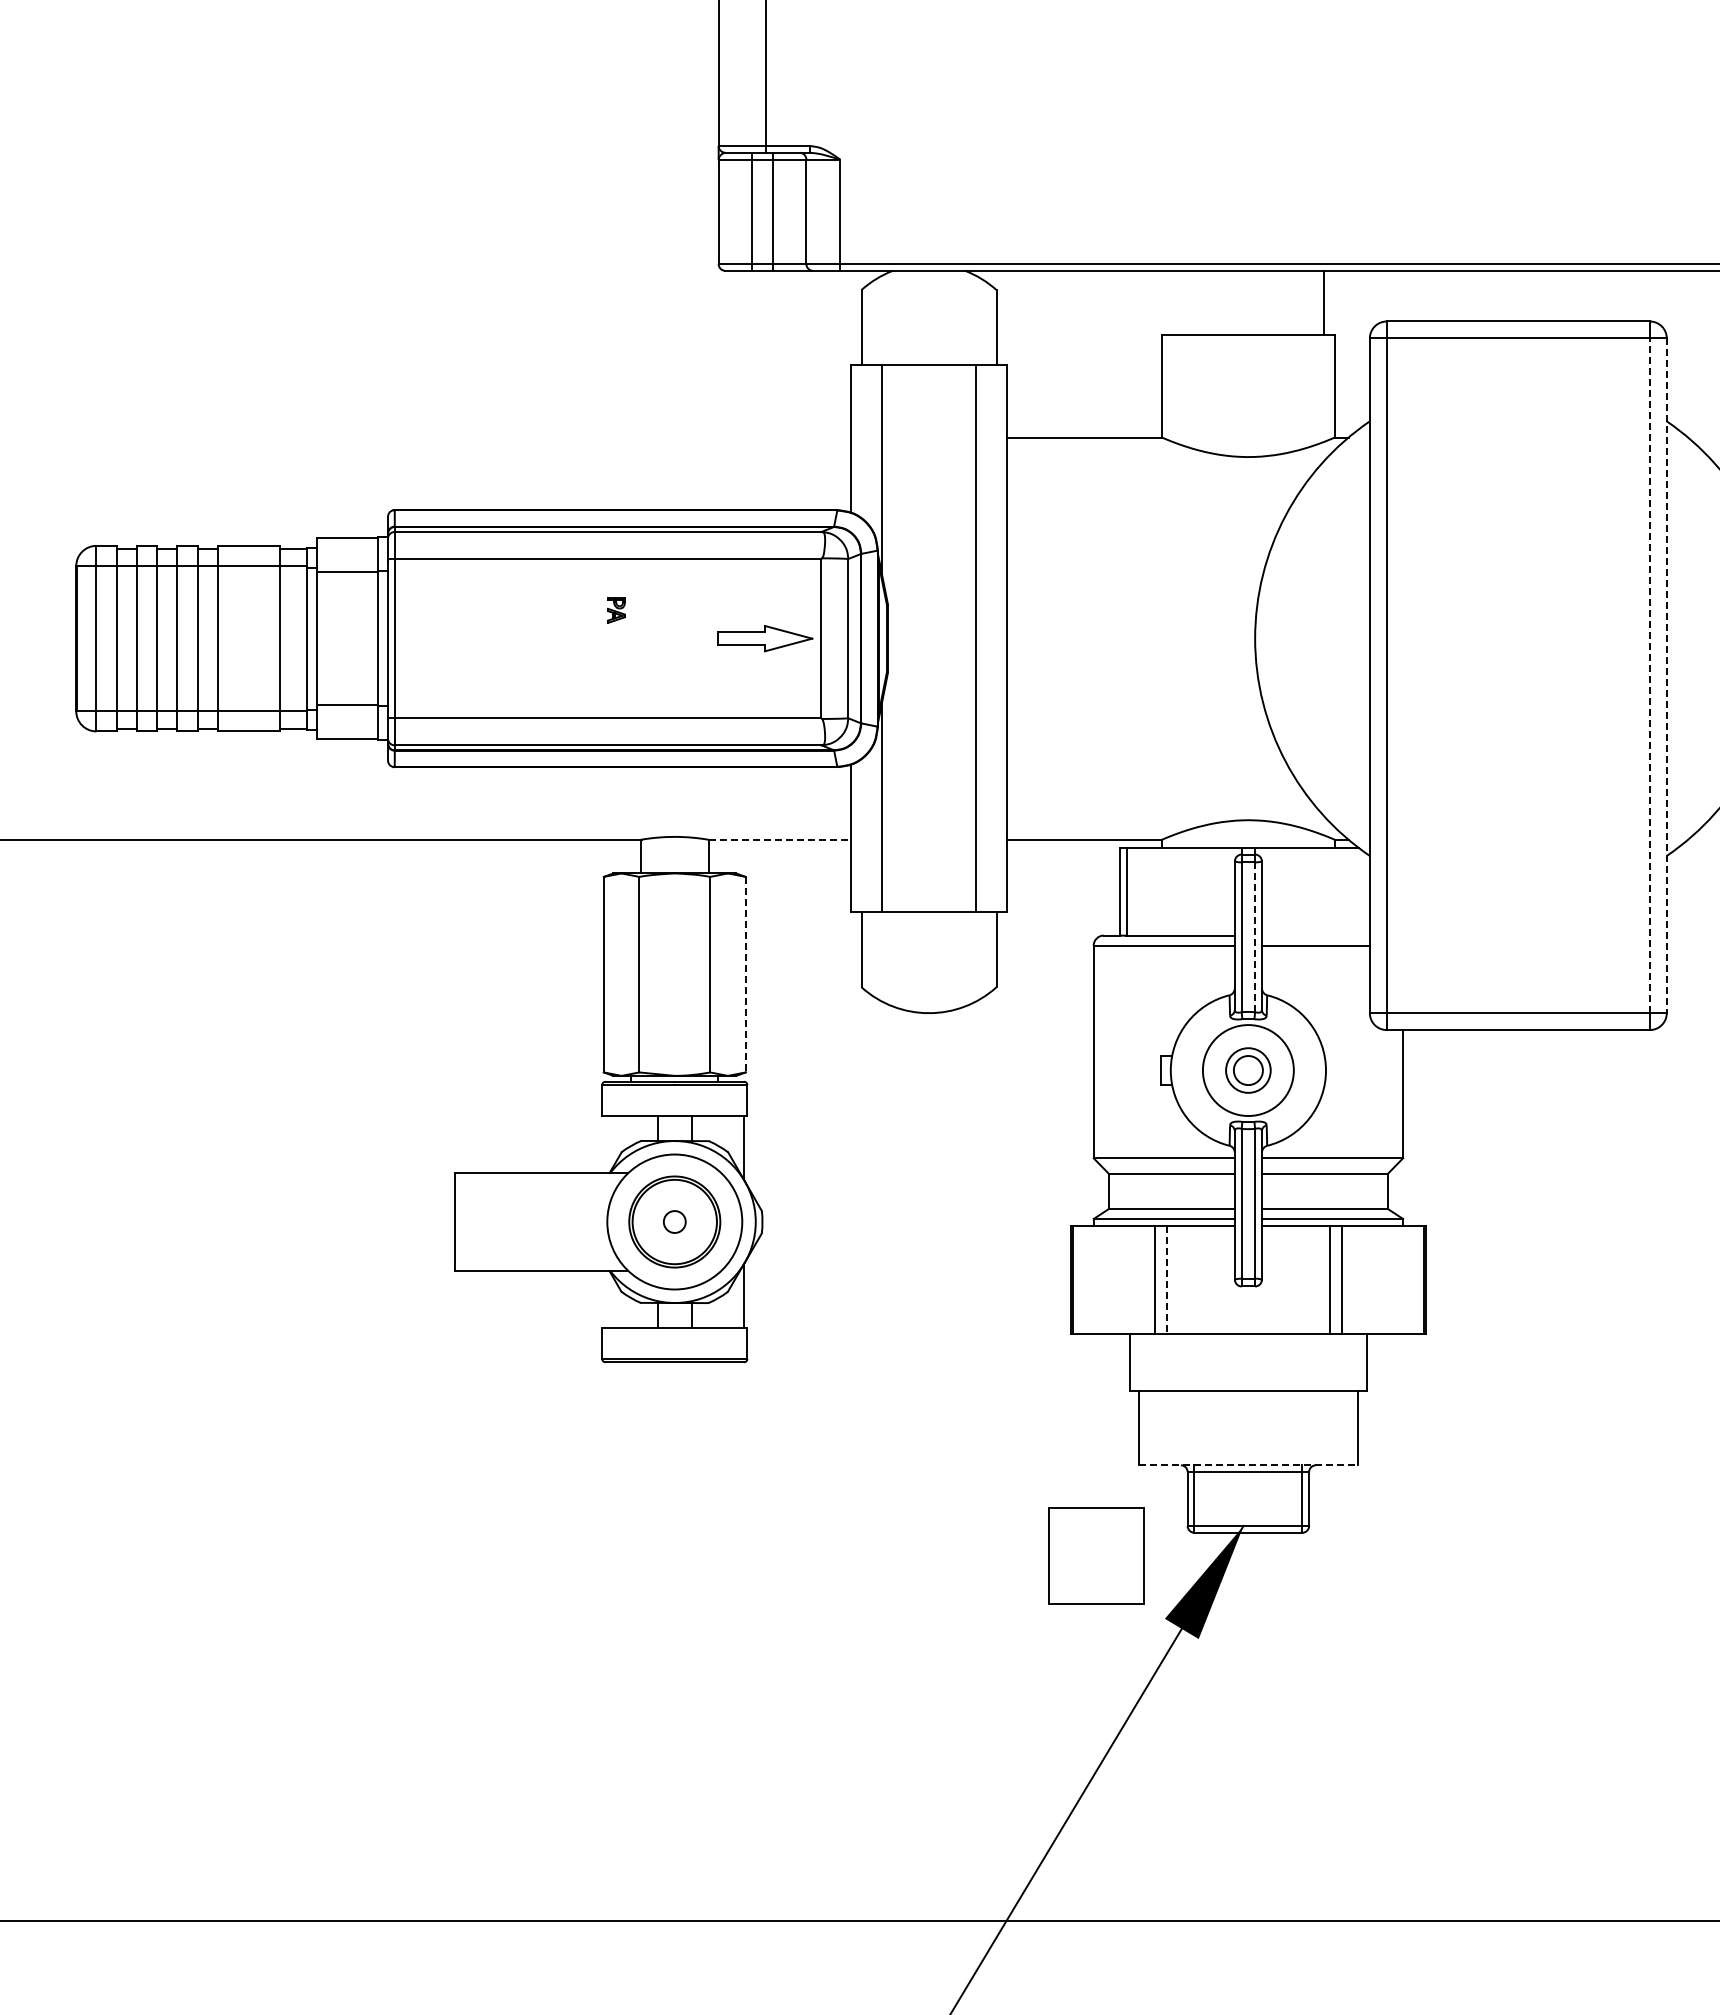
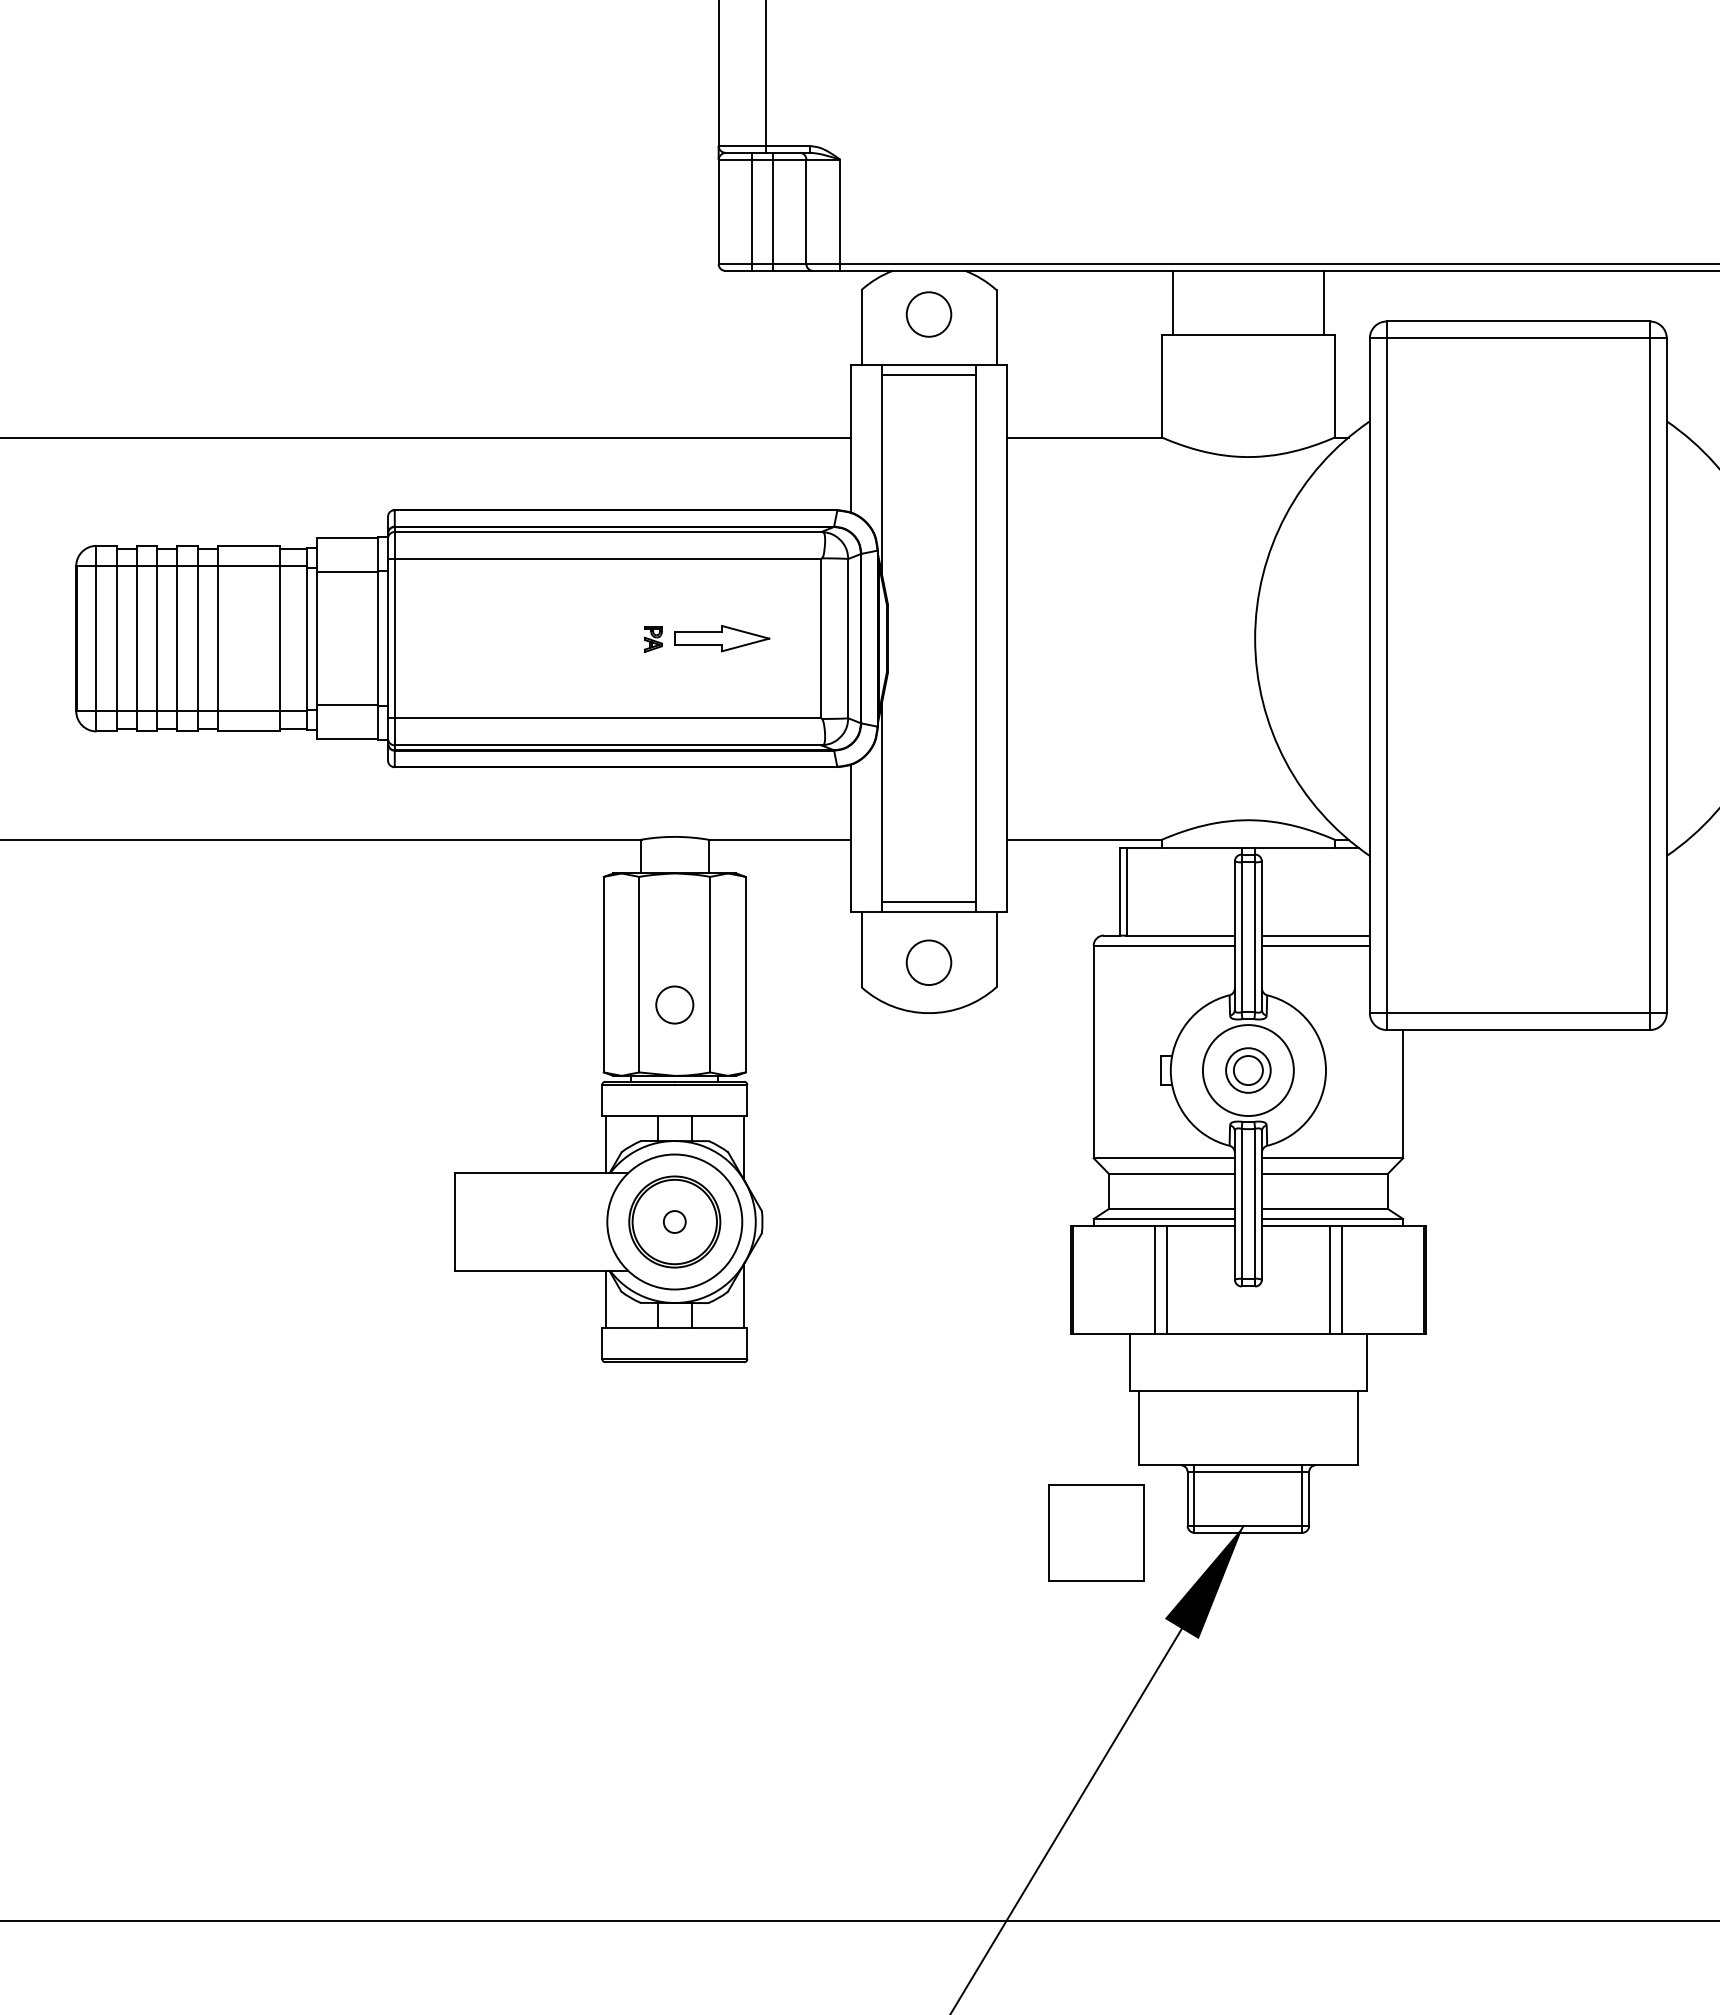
line at (1172, 302): none -> present
circle at (928, 314): none -> present
line at (928, 374): none -> present
line at (426, 437): none -> present
part at (616, 610) position: (616, 610) -> (653, 639)
part at (765, 638) position: (765, 638) -> (722, 638)
line at (1649, 675): dashed -> solid
line at (1666, 676): dashed -> solid
line at (780, 839): dashed -> solid
line at (928, 902): none -> present
line at (1315, 935): none -> present
line at (1255, 937): dashed -> solid
circle at (928, 962): none -> present
line at (745, 974): dashed -> solid
circle at (674, 1004): none -> present
line at (605, 1144): none -> present
line at (1166, 1279): dashed -> solid
line at (605, 1298): none -> present
line at (1248, 1465): dashed -> solid
part at (1096, 1555) position: (1096, 1555) -> (1096, 1532)
